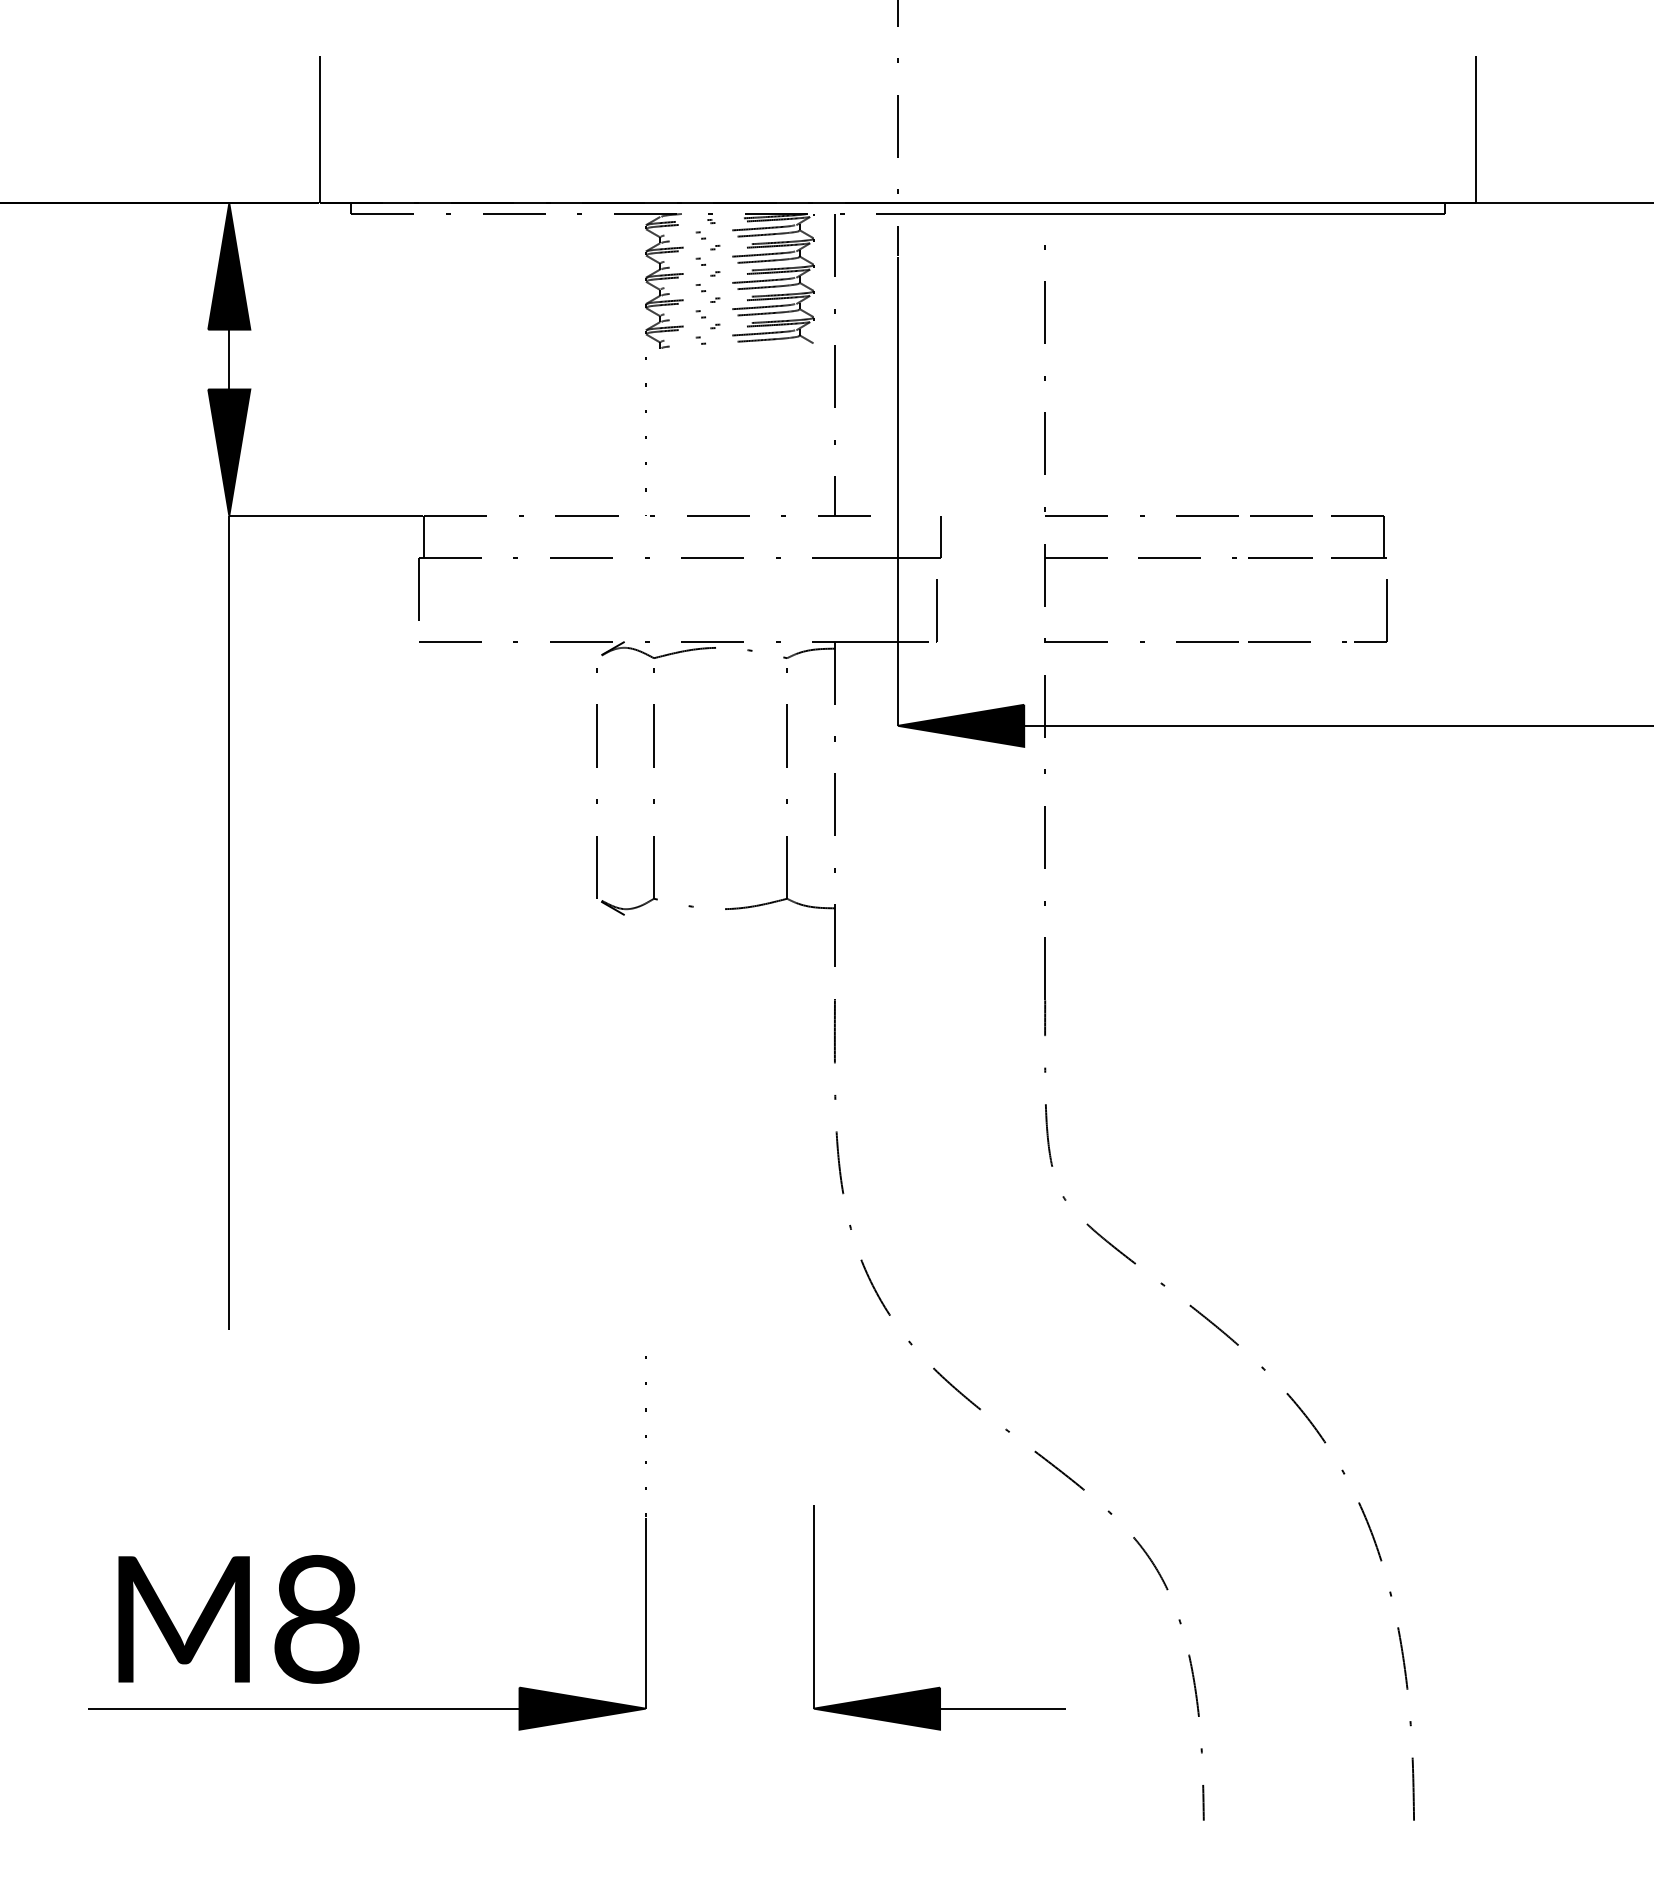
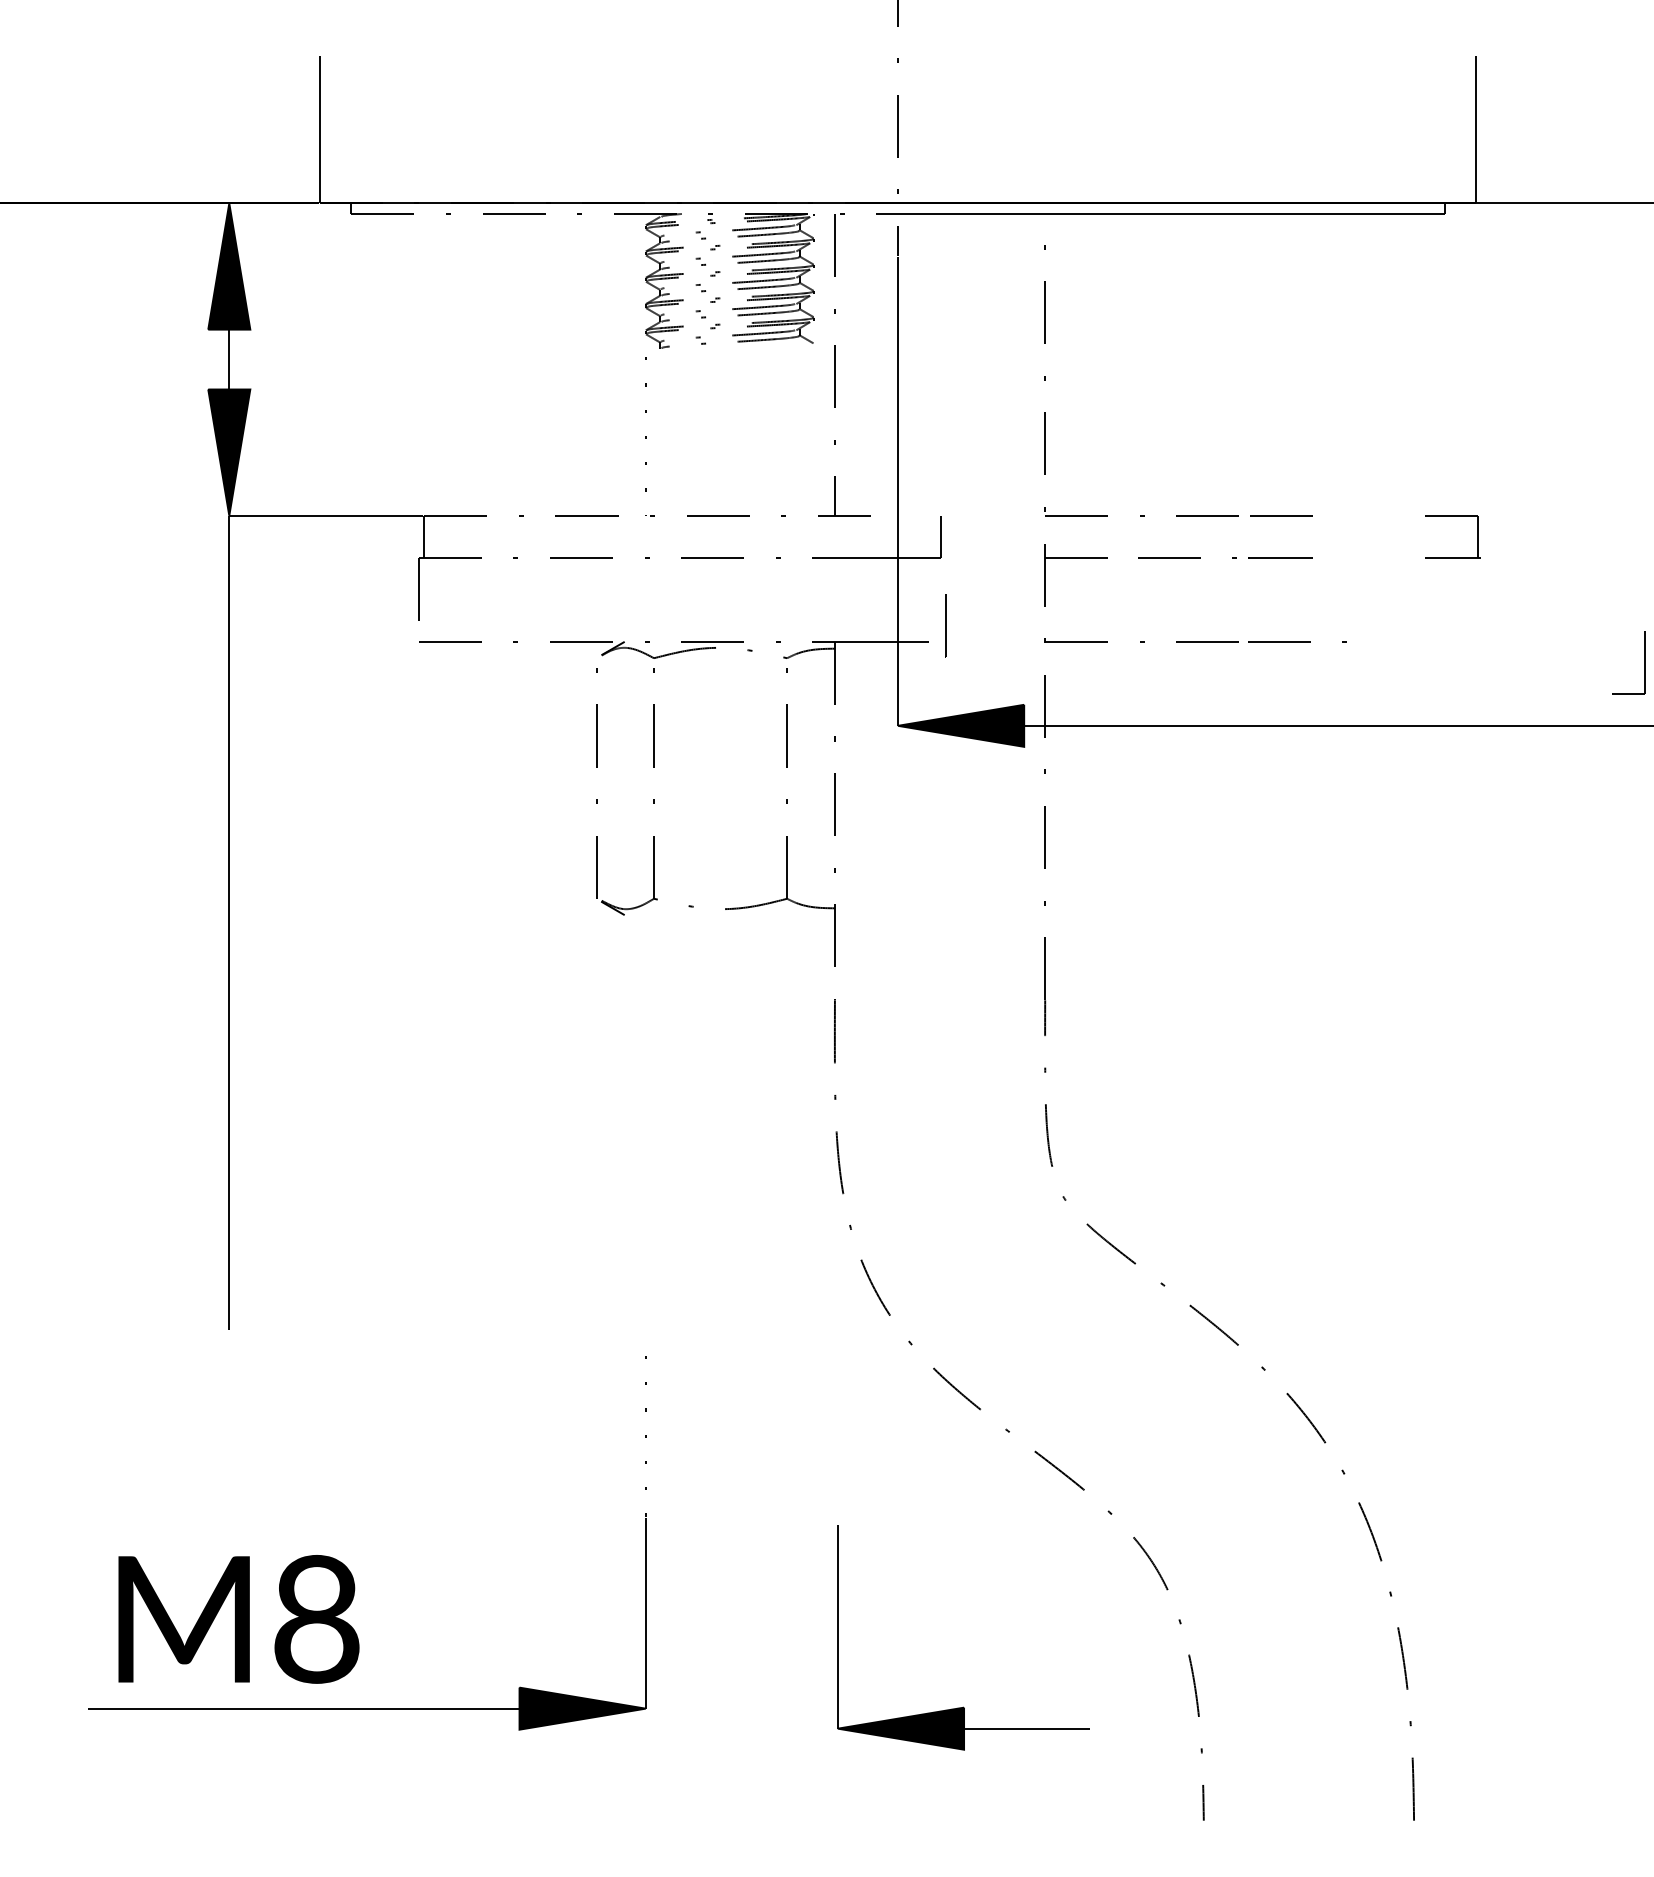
part at (1358, 516) position: (1358, 516) -> (1452, 516)
line at (936, 610) position: (936, 610) -> (945, 625)
part at (1386, 610) position: (1386, 610) -> (1644, 662)
part at (939, 1686) position: (939, 1686) -> (963, 1706)
